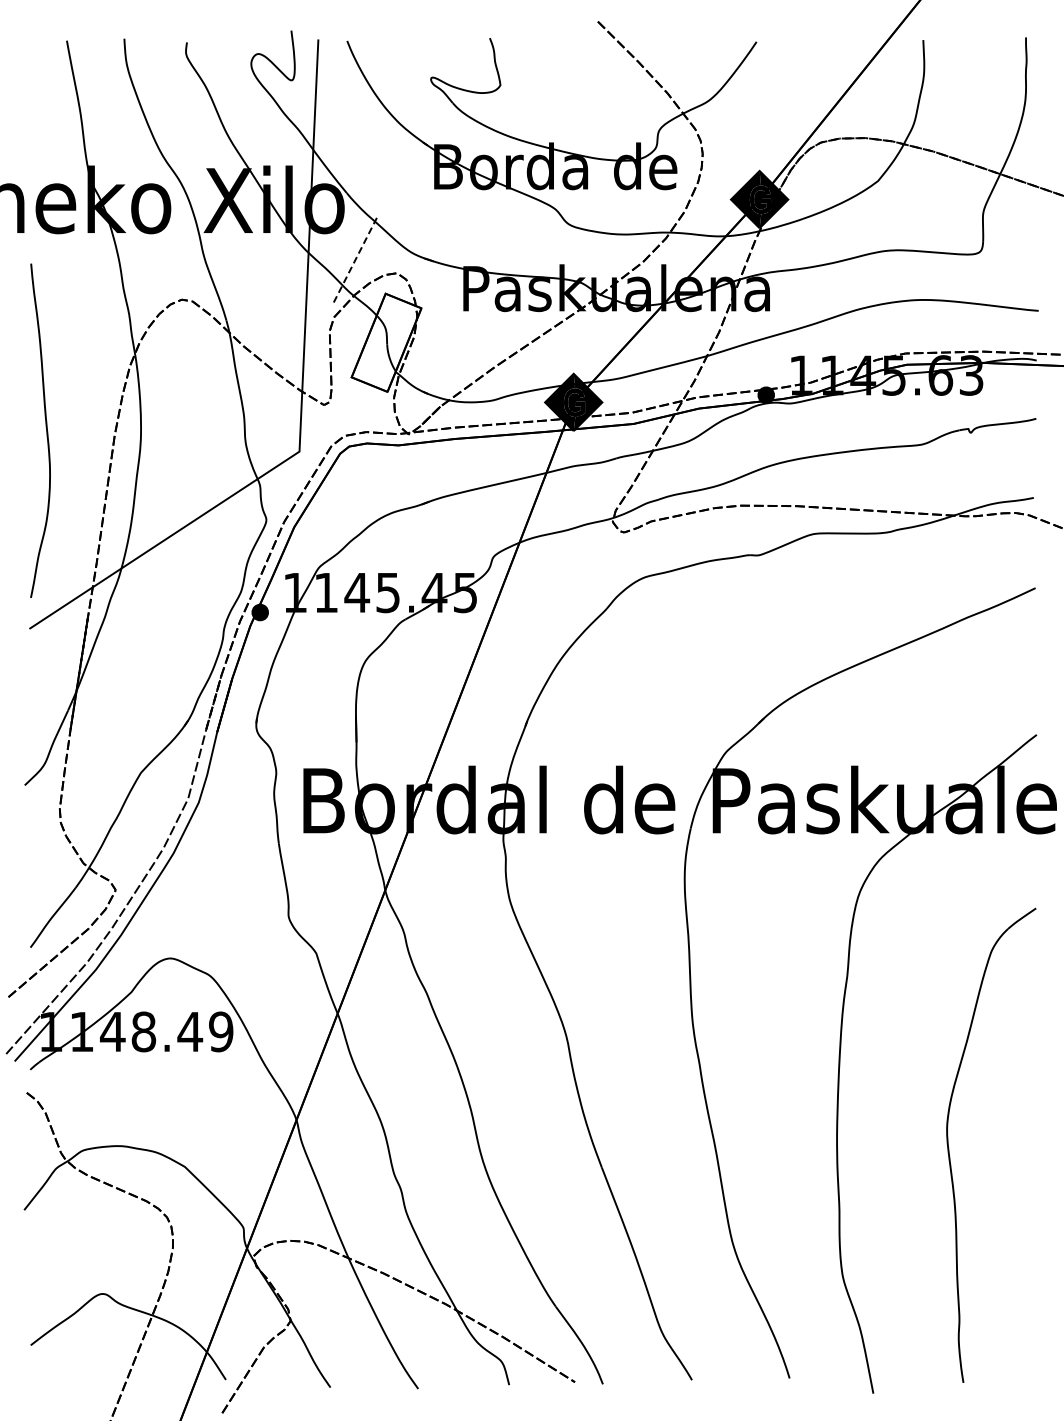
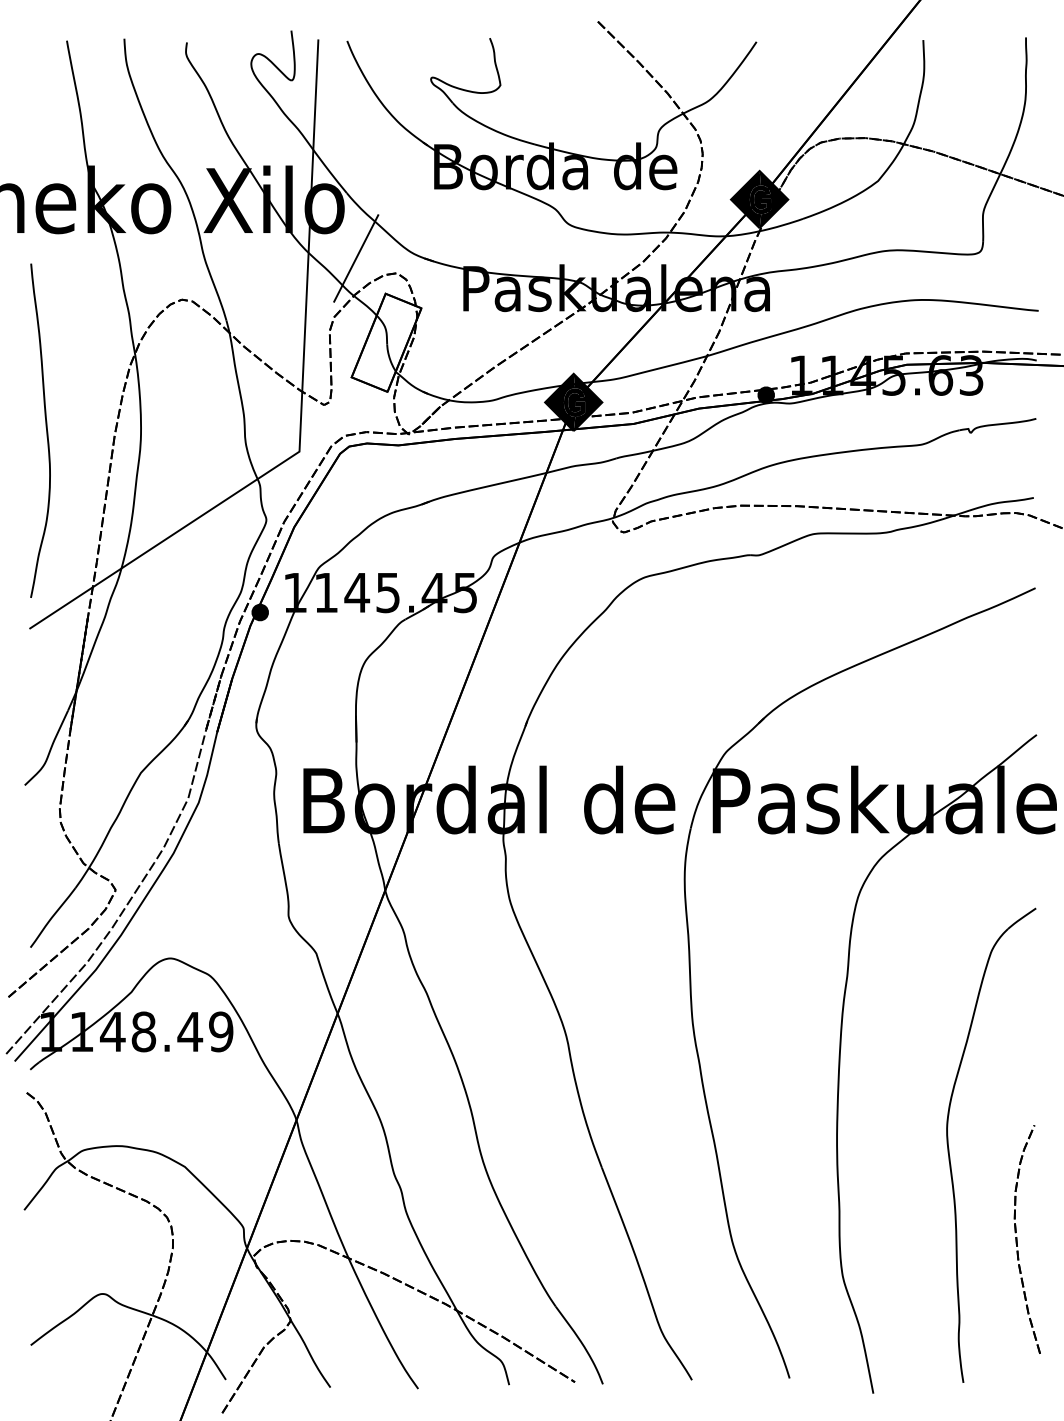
line at (356, 258): dashed -> solid
part at (1017, 1239): none -> present
